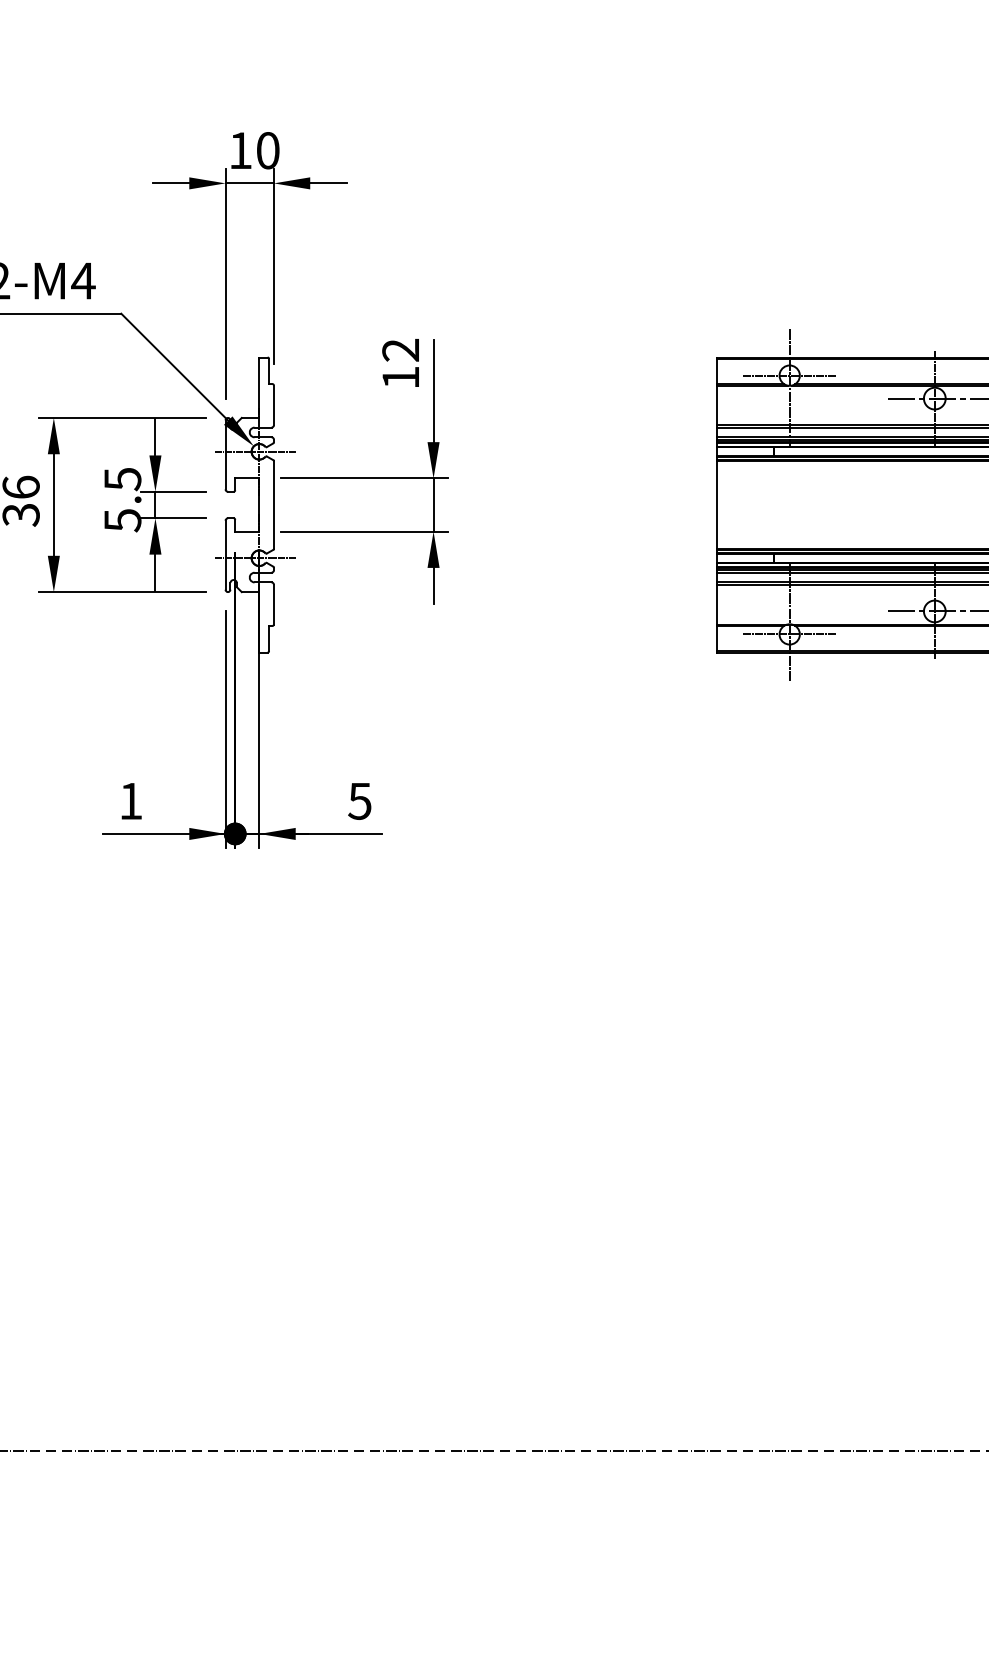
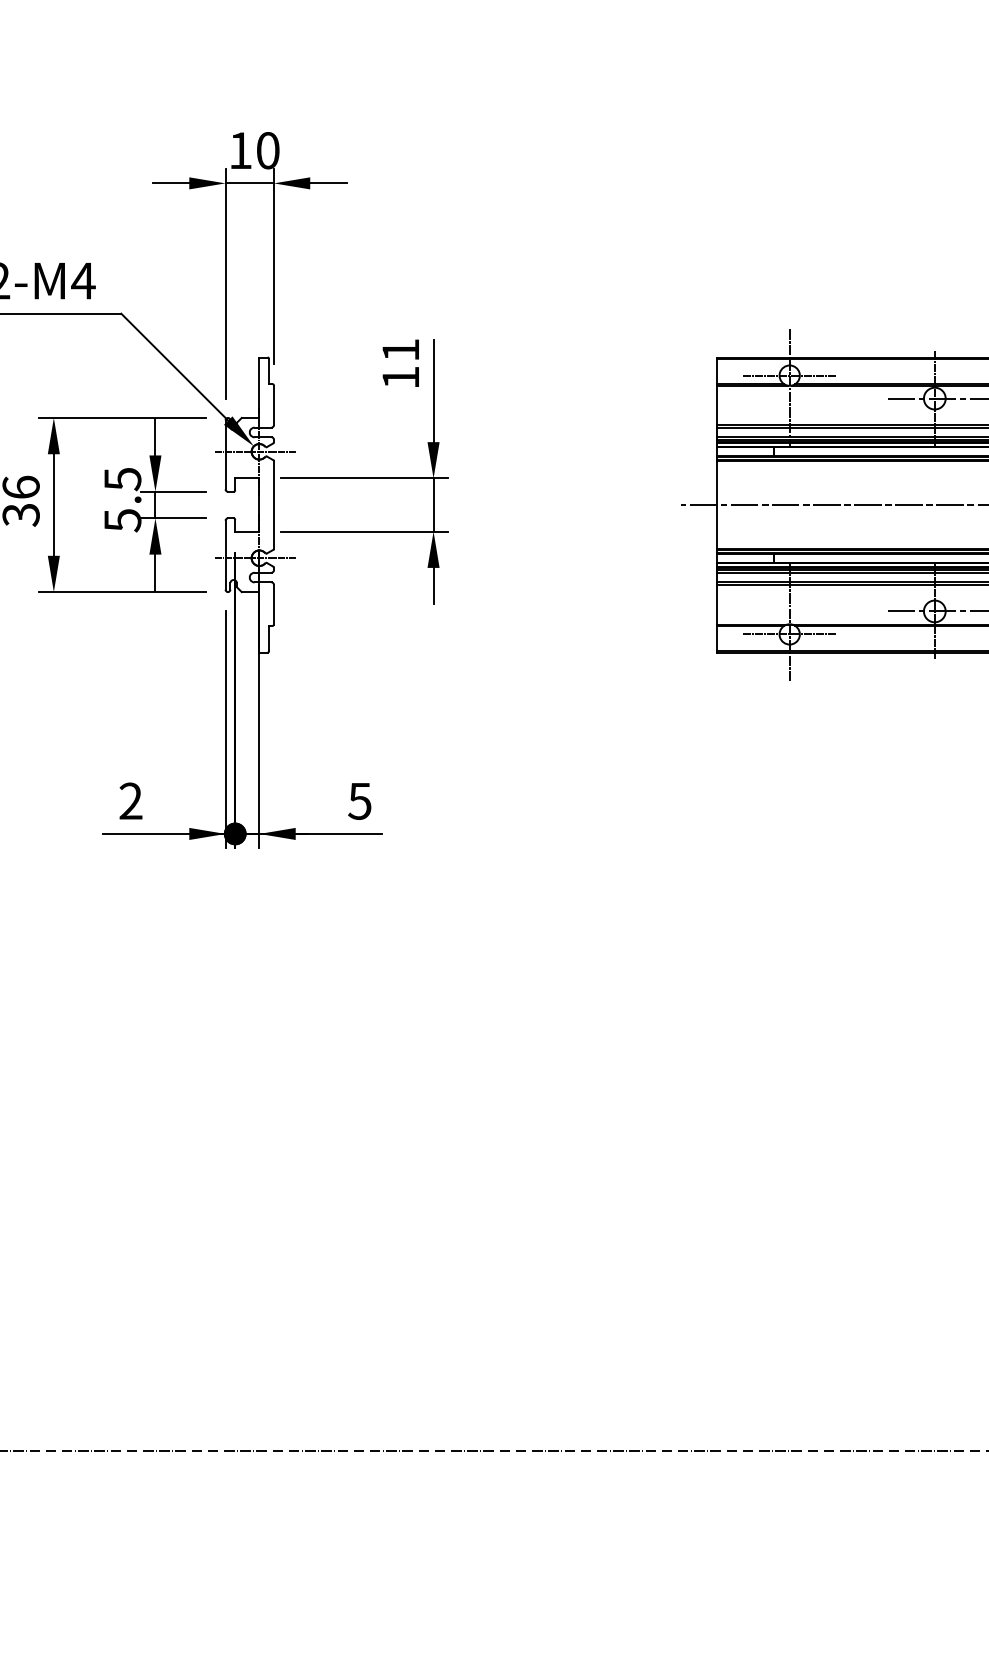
text at (400, 350): 12 -> 11
line at (832, 505): none -> present
text at (130, 800): 1 -> 2
